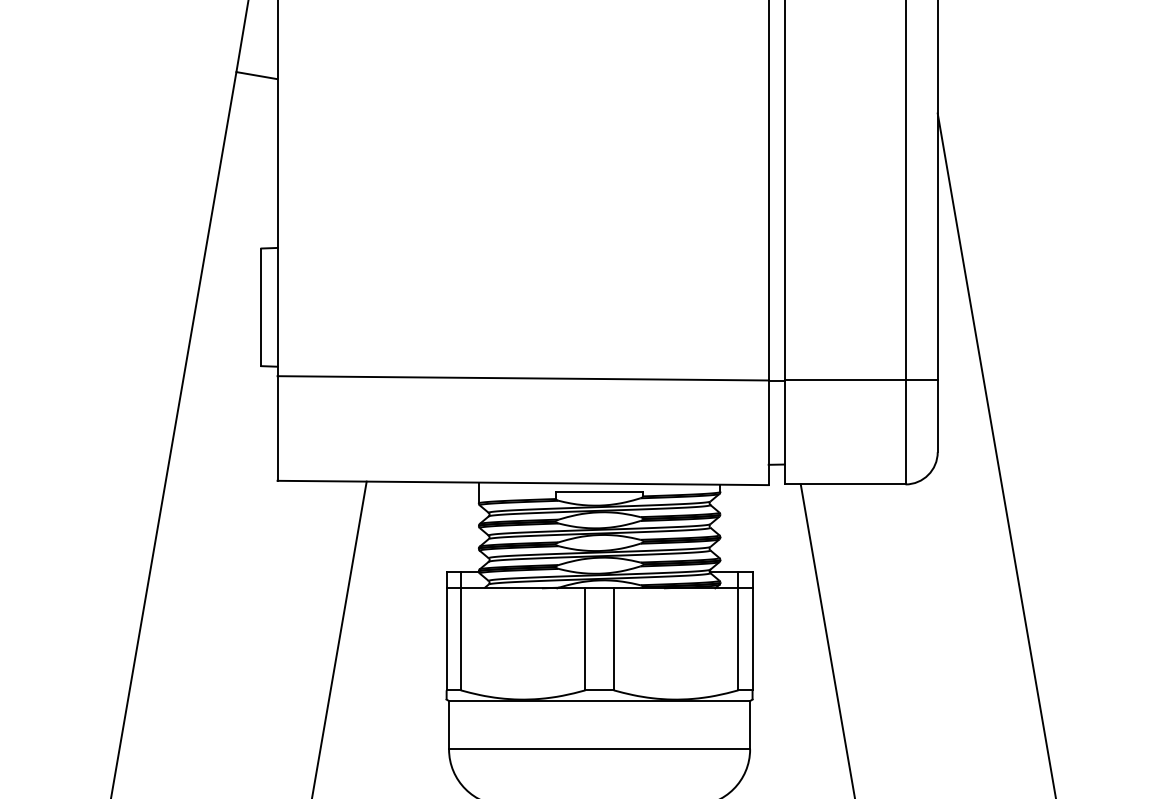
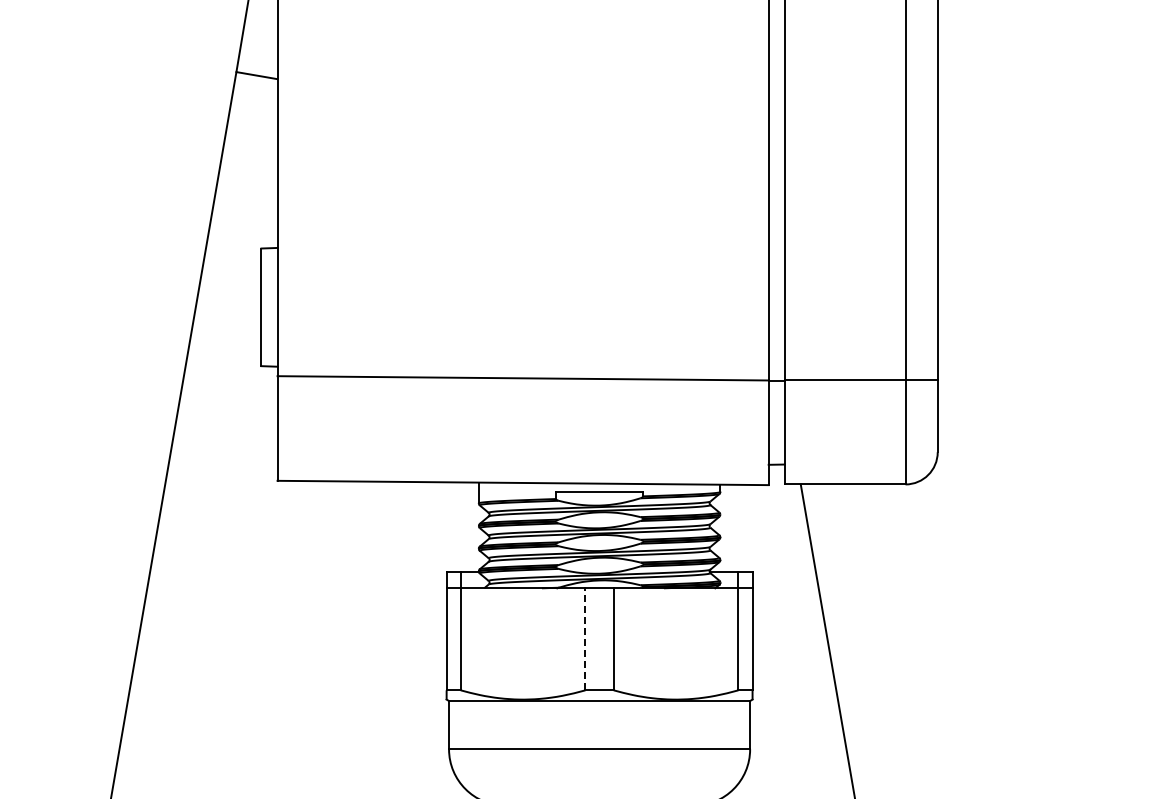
line at (996, 454): present -> none
line at (339, 638): present -> none
line at (585, 638): solid -> dashed
